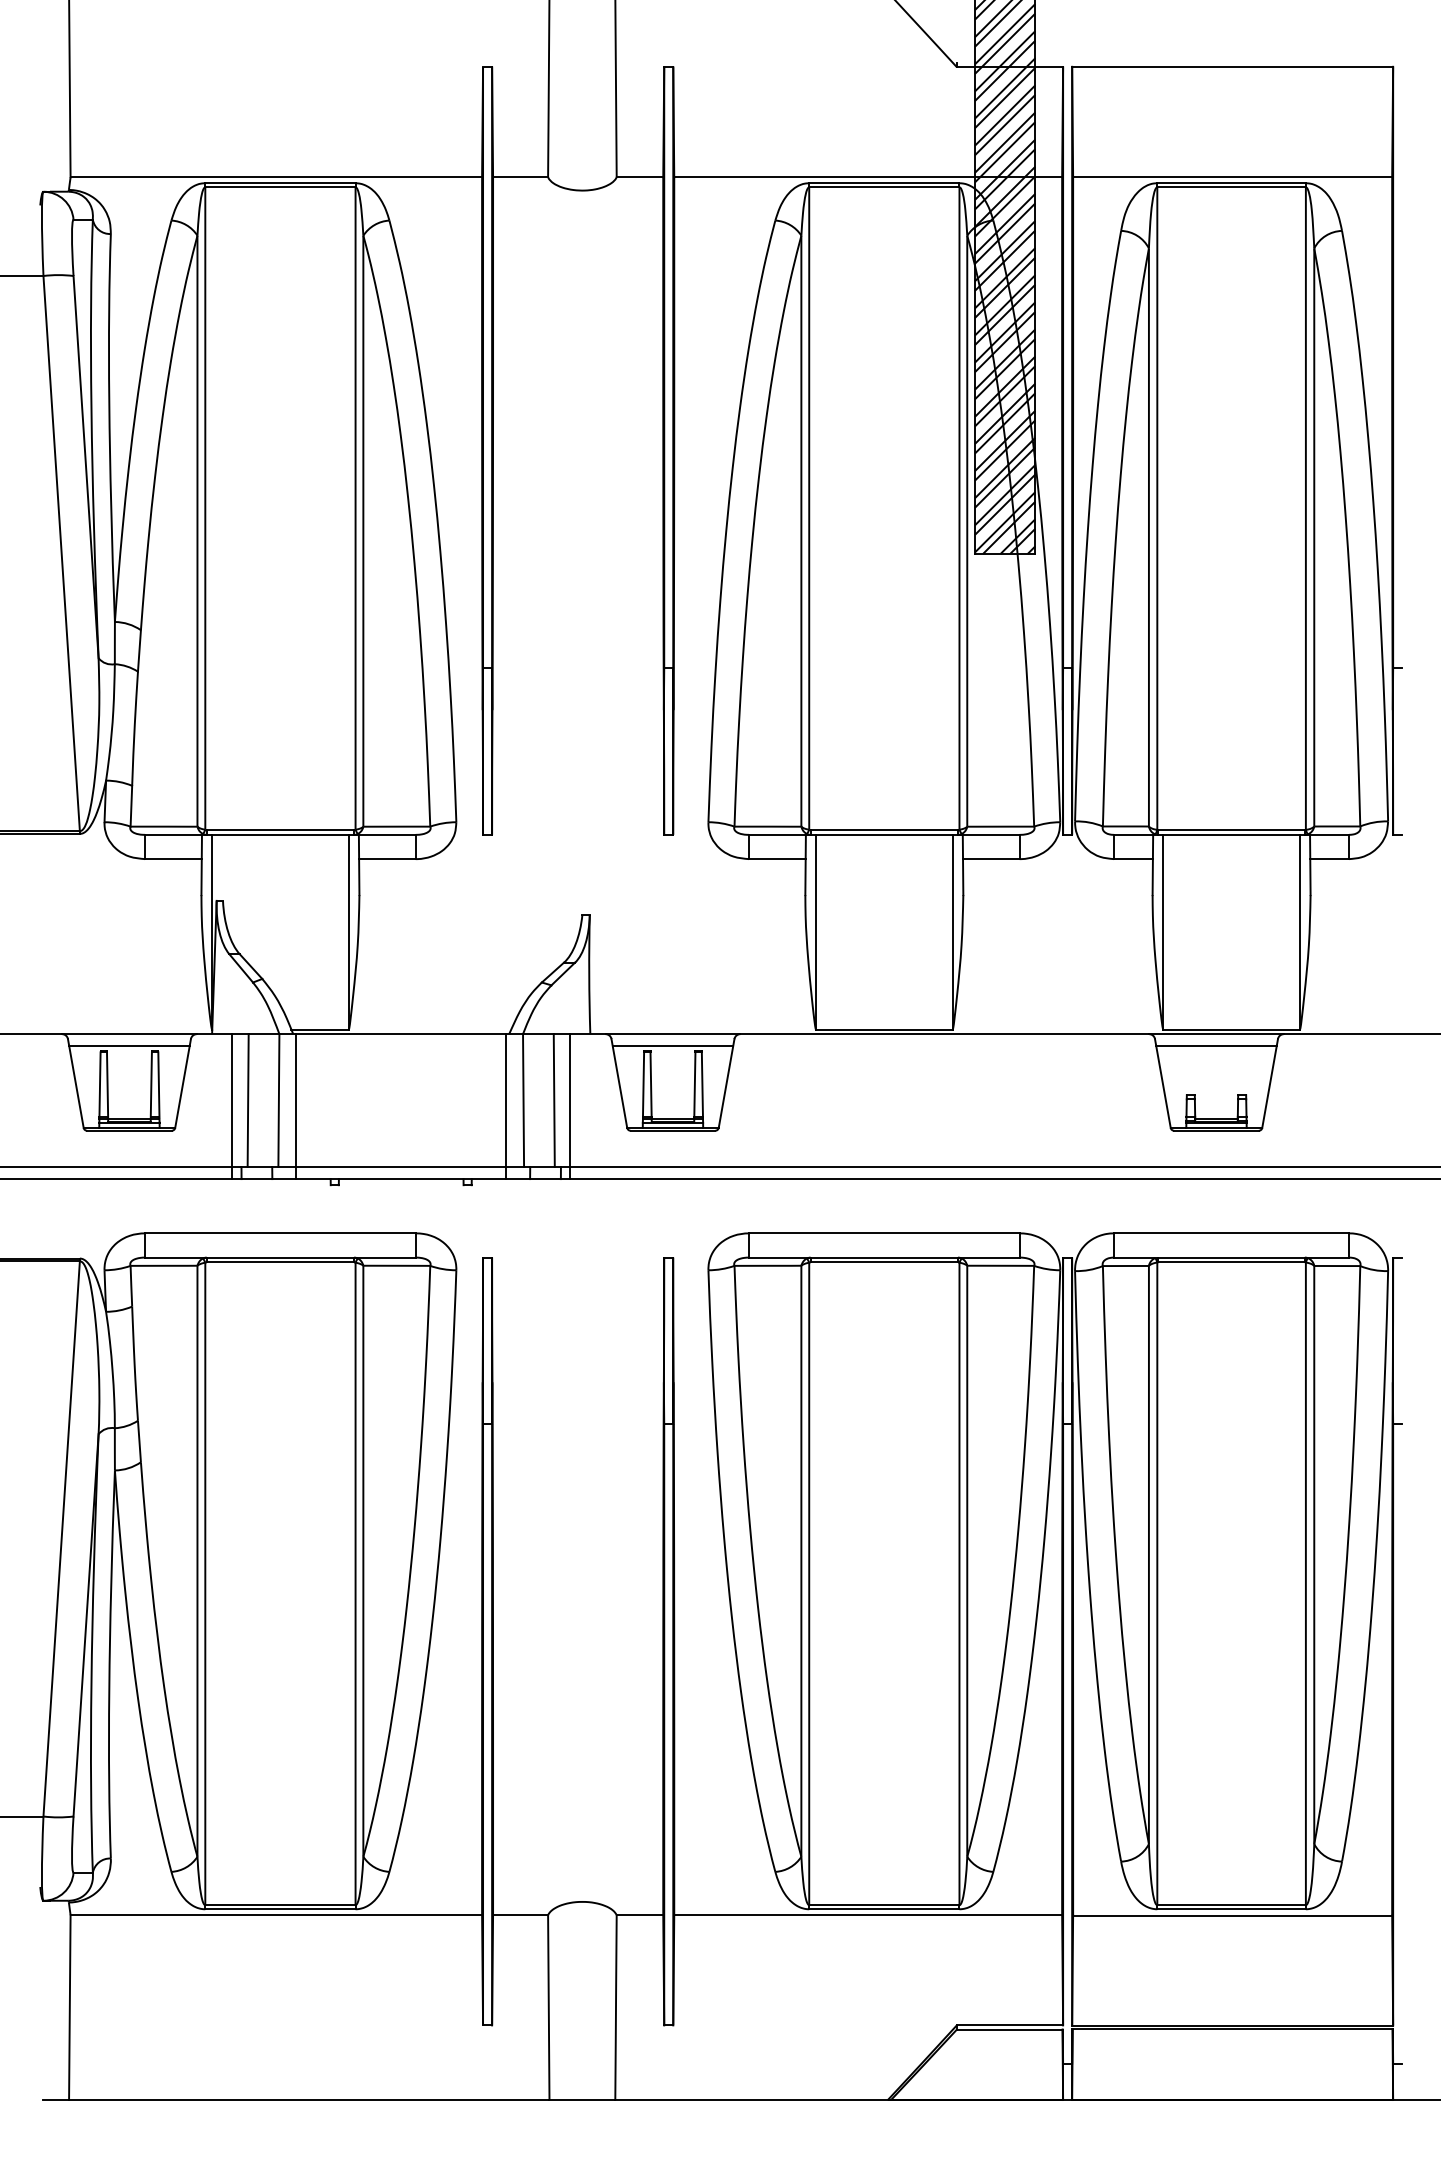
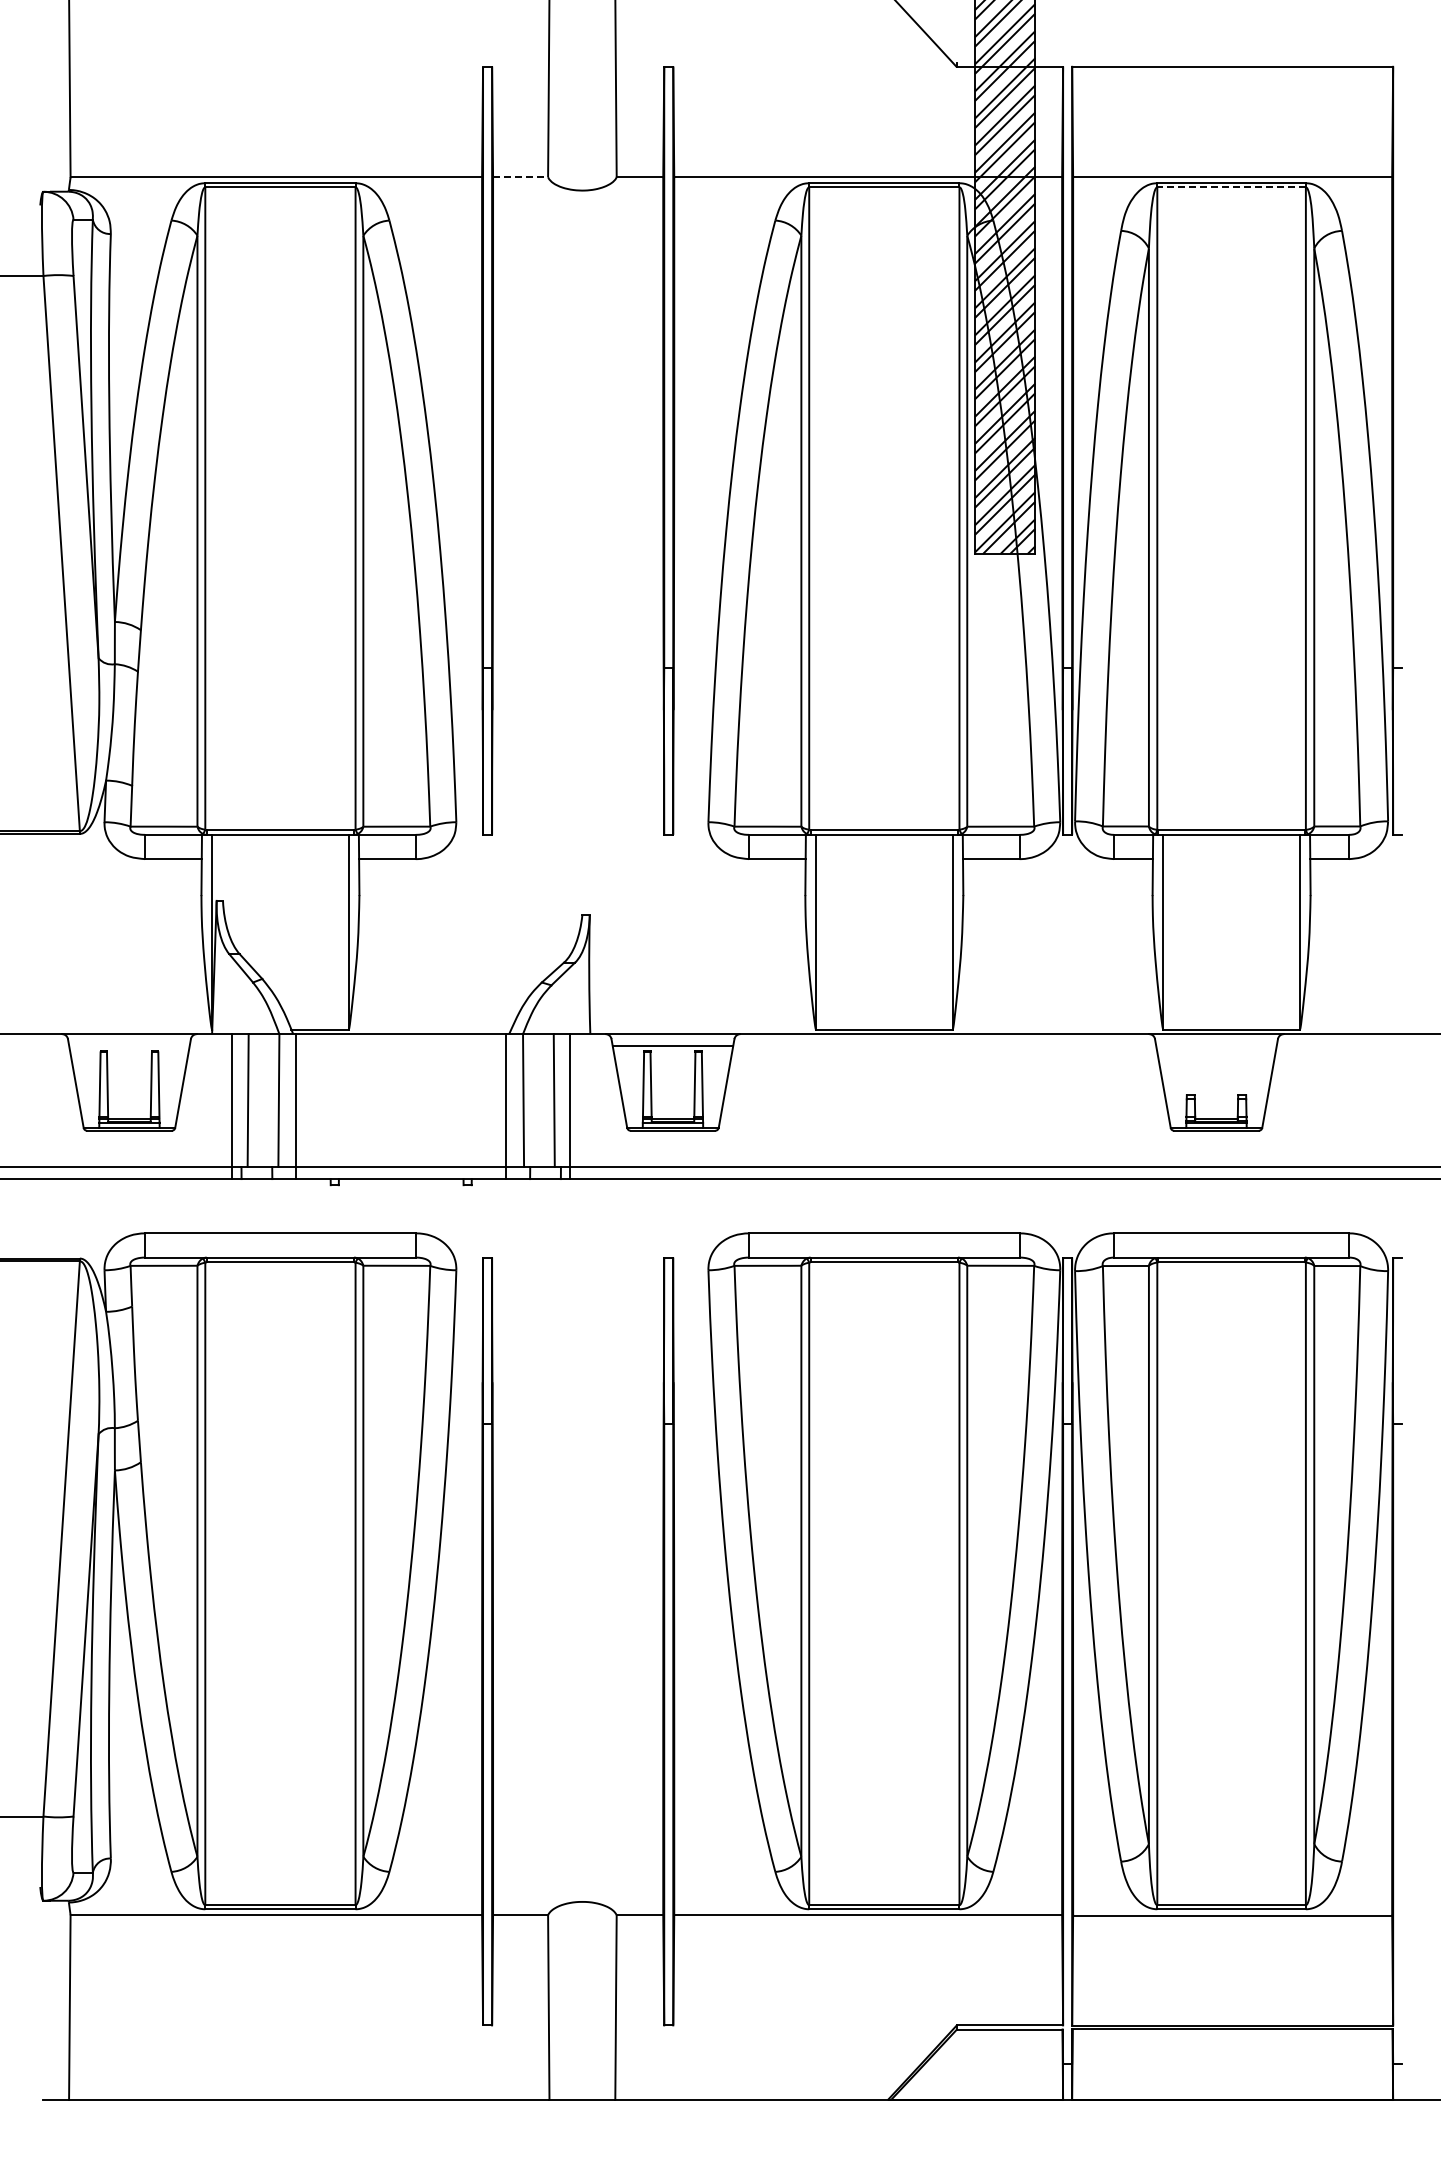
line at (520, 177): solid -> dashed
line at (1231, 187): solid -> dashed
line at (129, 1046): present -> none
line at (1216, 1046): present -> none
